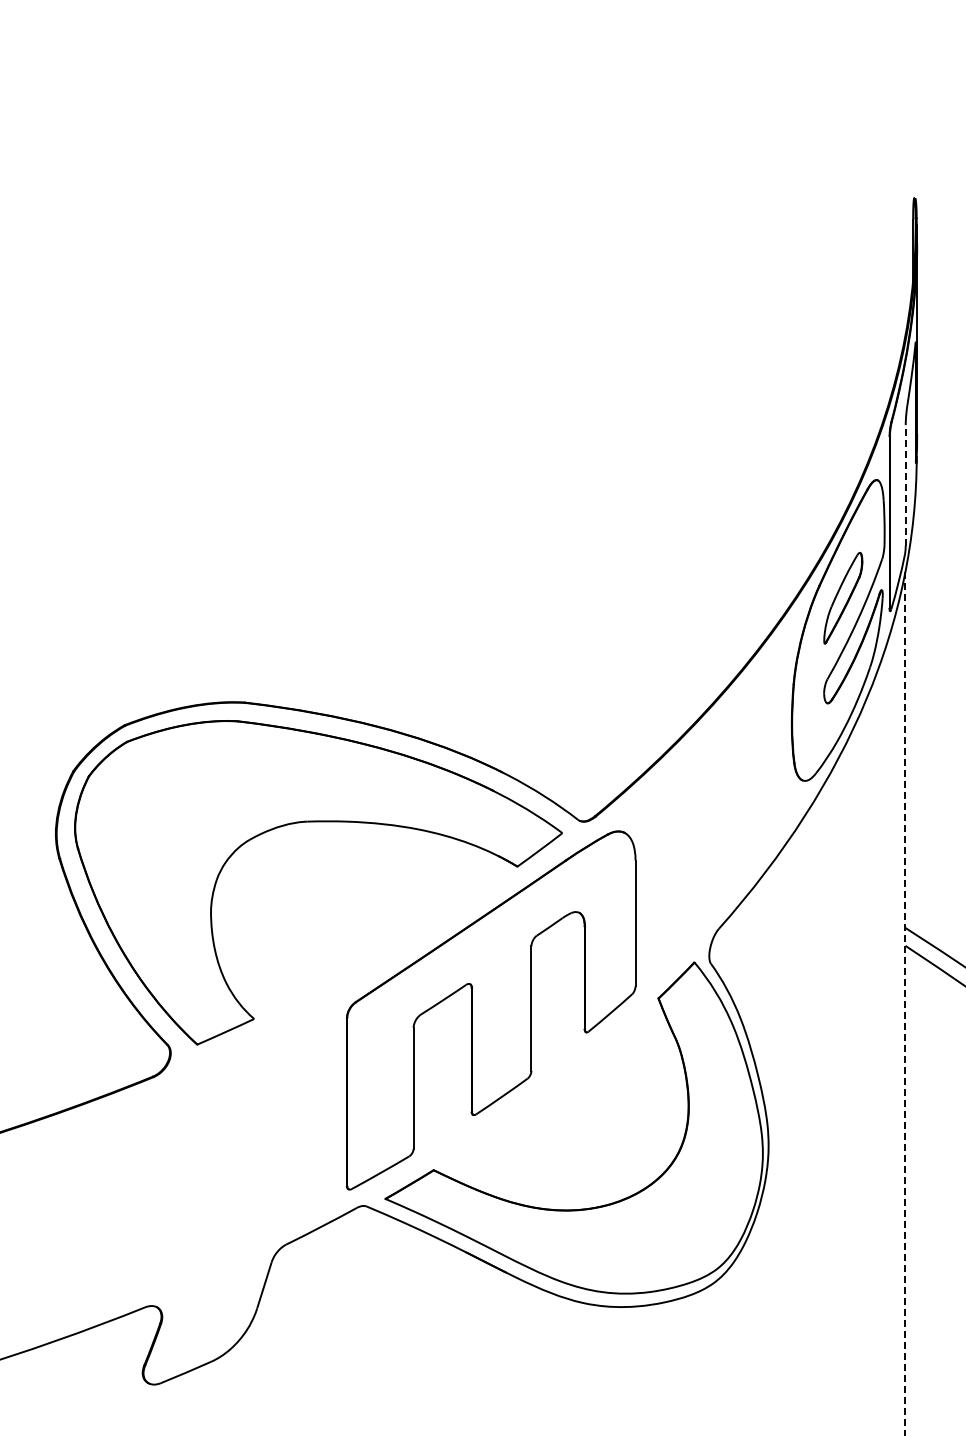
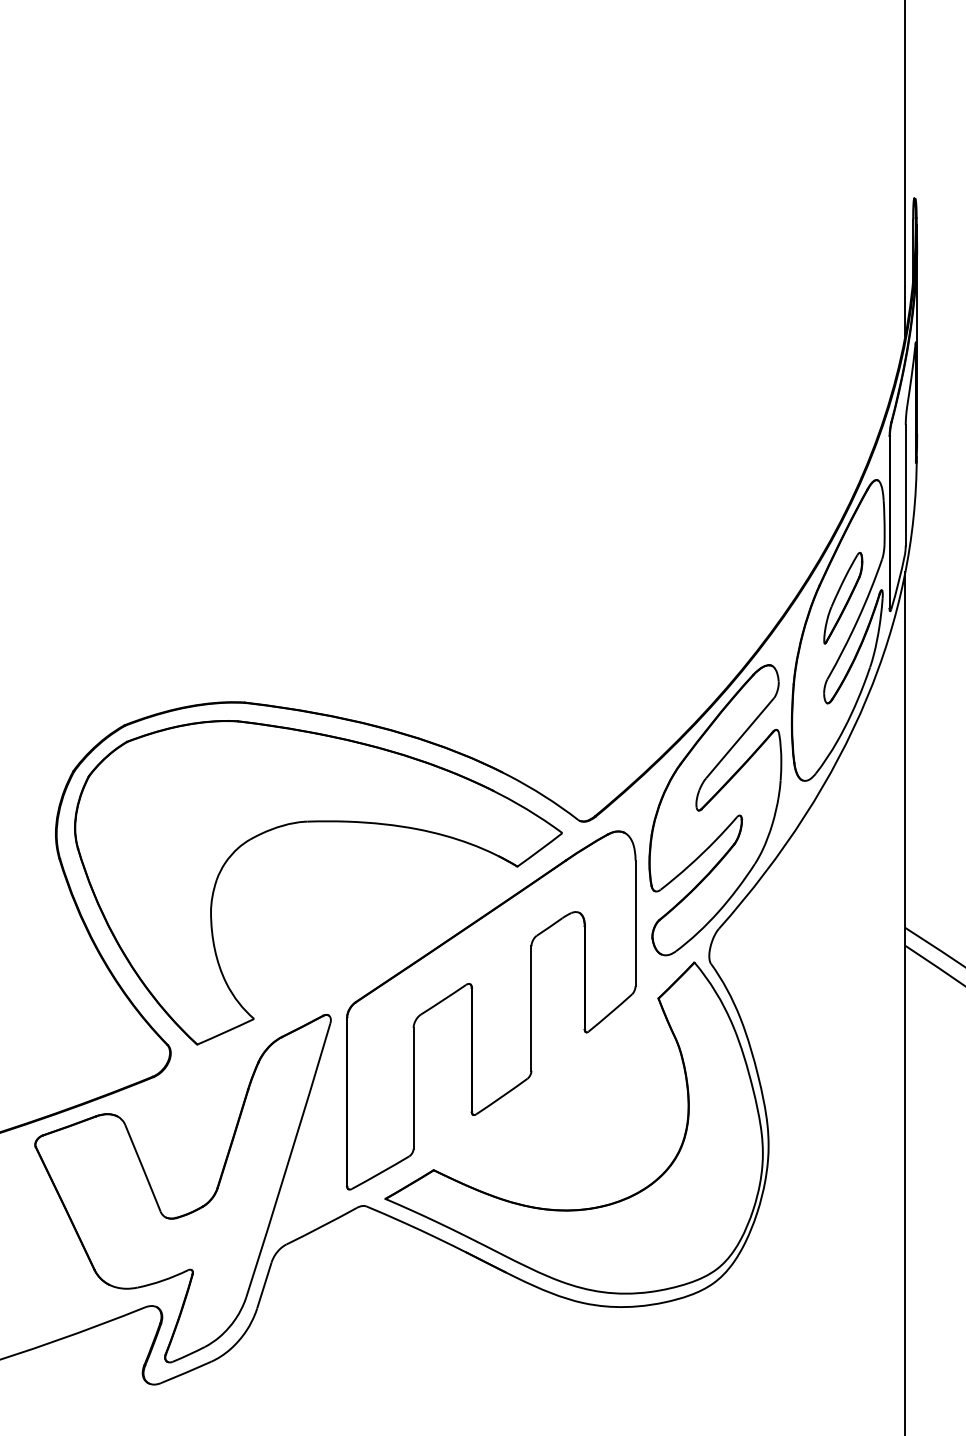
line at (905, 168): none -> present
line at (905, 484): dashed -> solid
part at (715, 810): none -> present
line at (905, 1003): dashed -> solid
part at (192, 1210): none -> present
